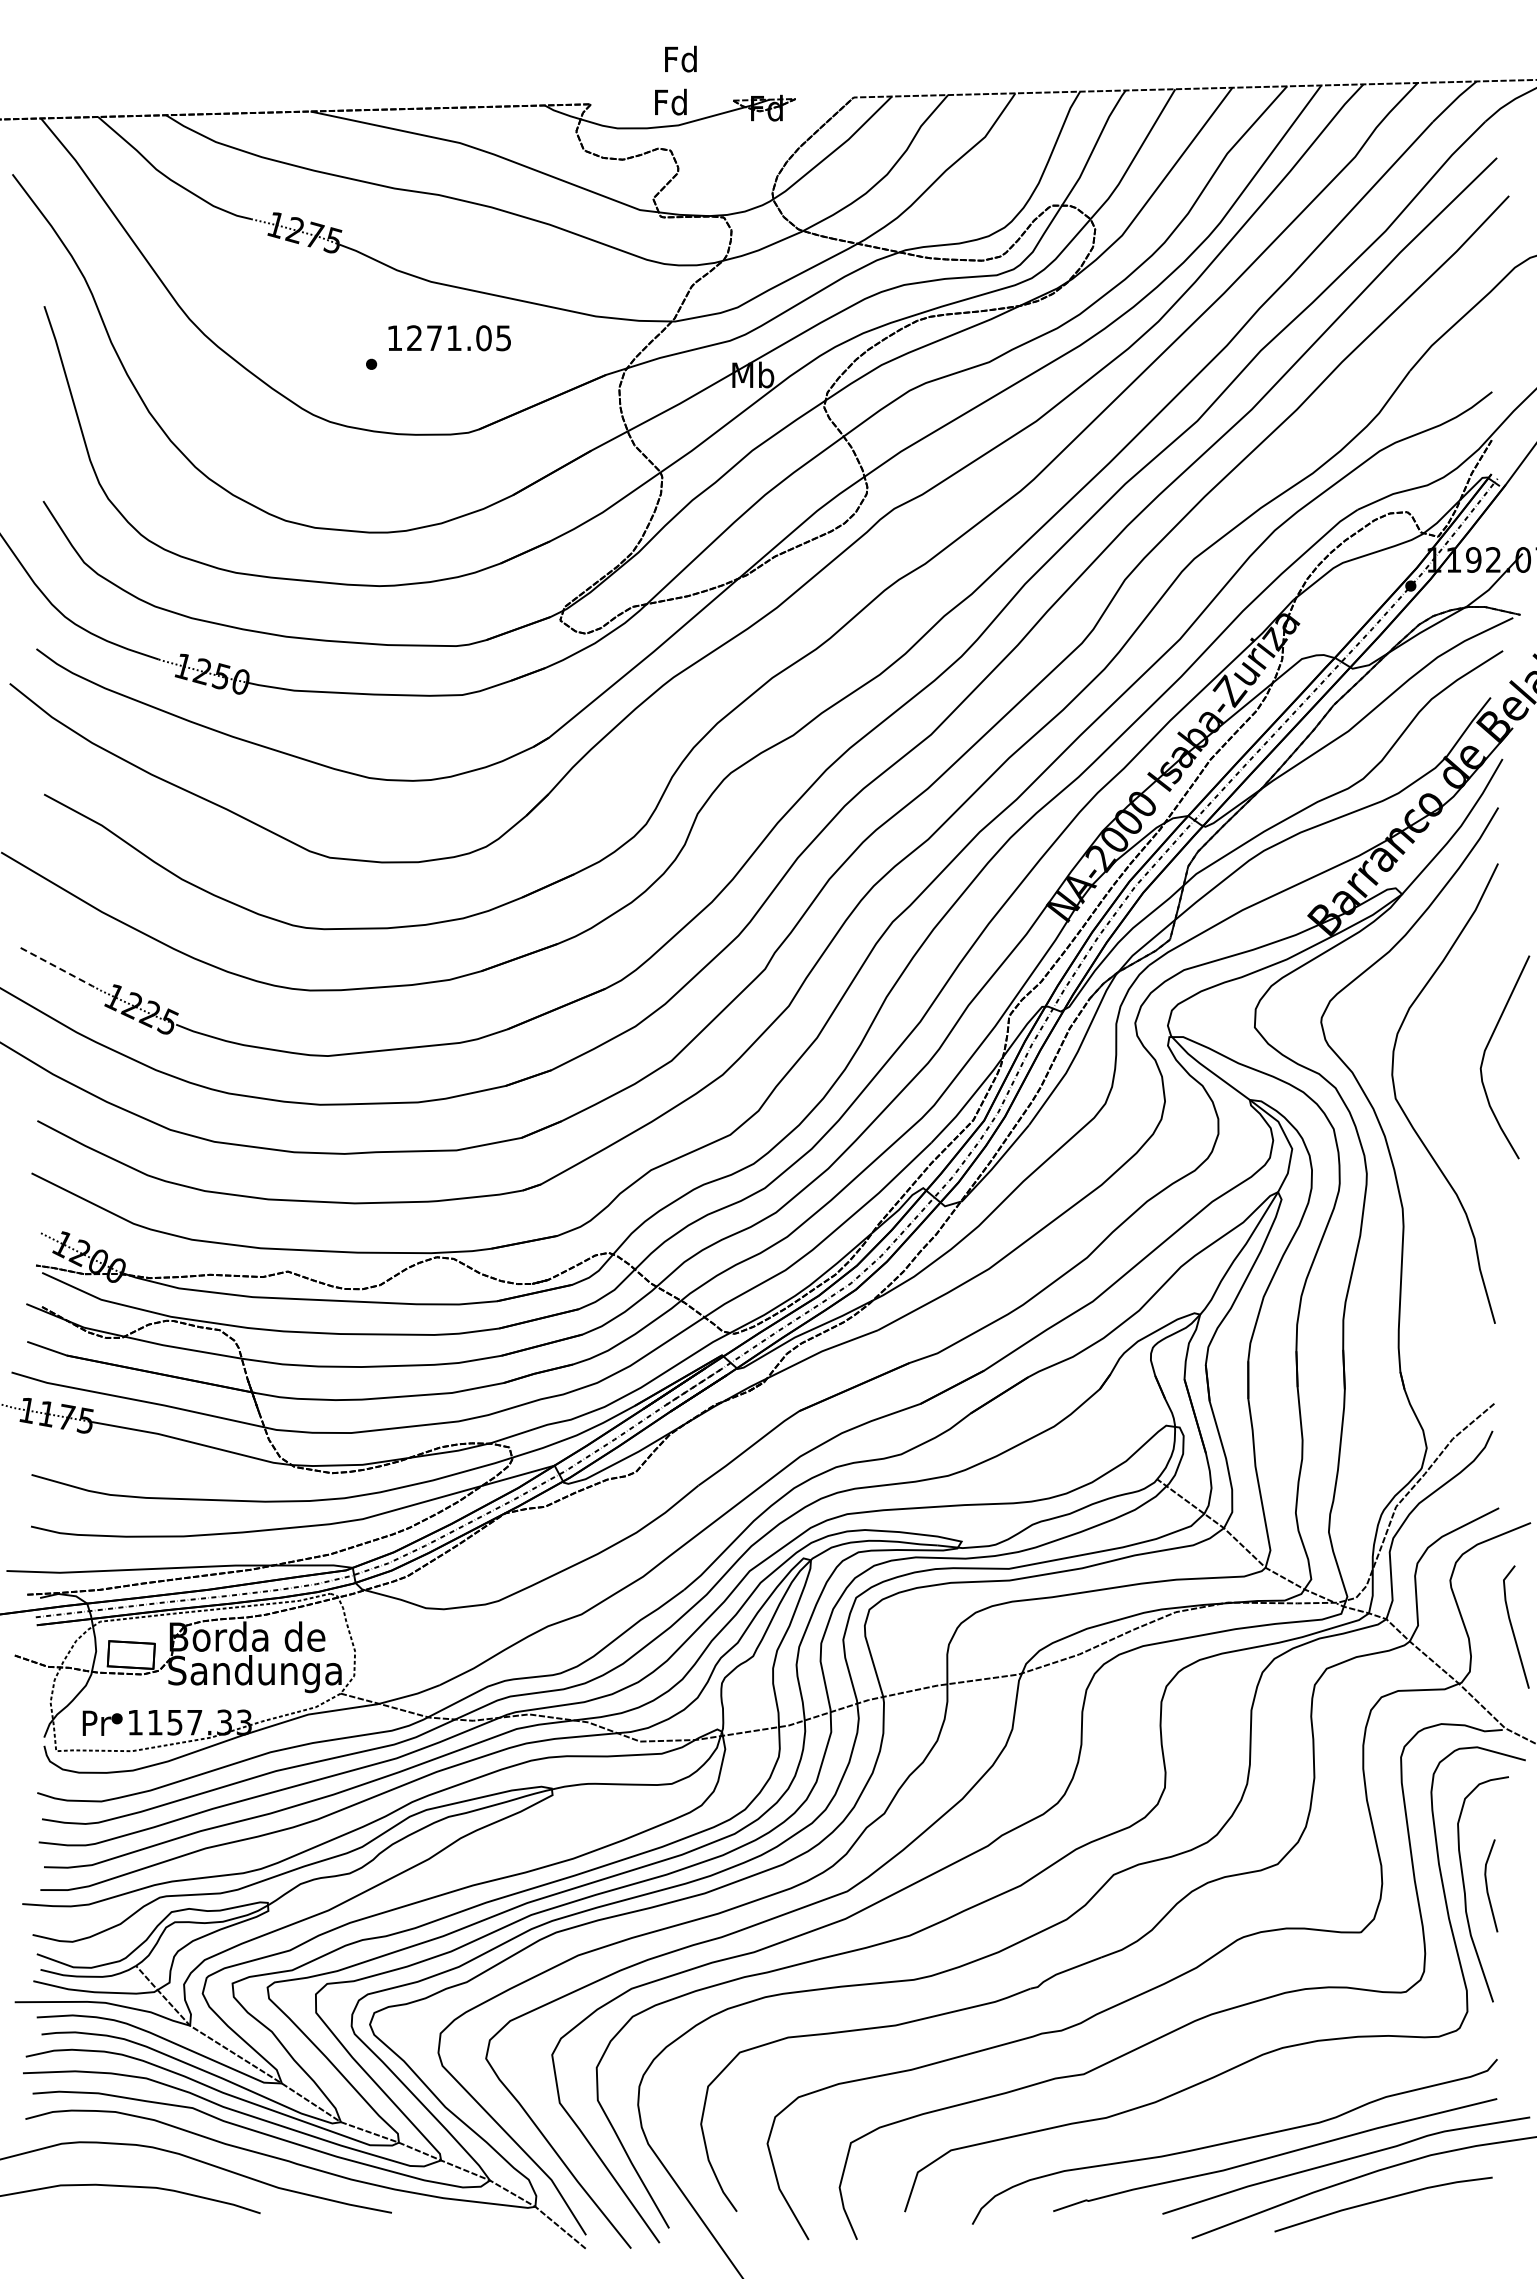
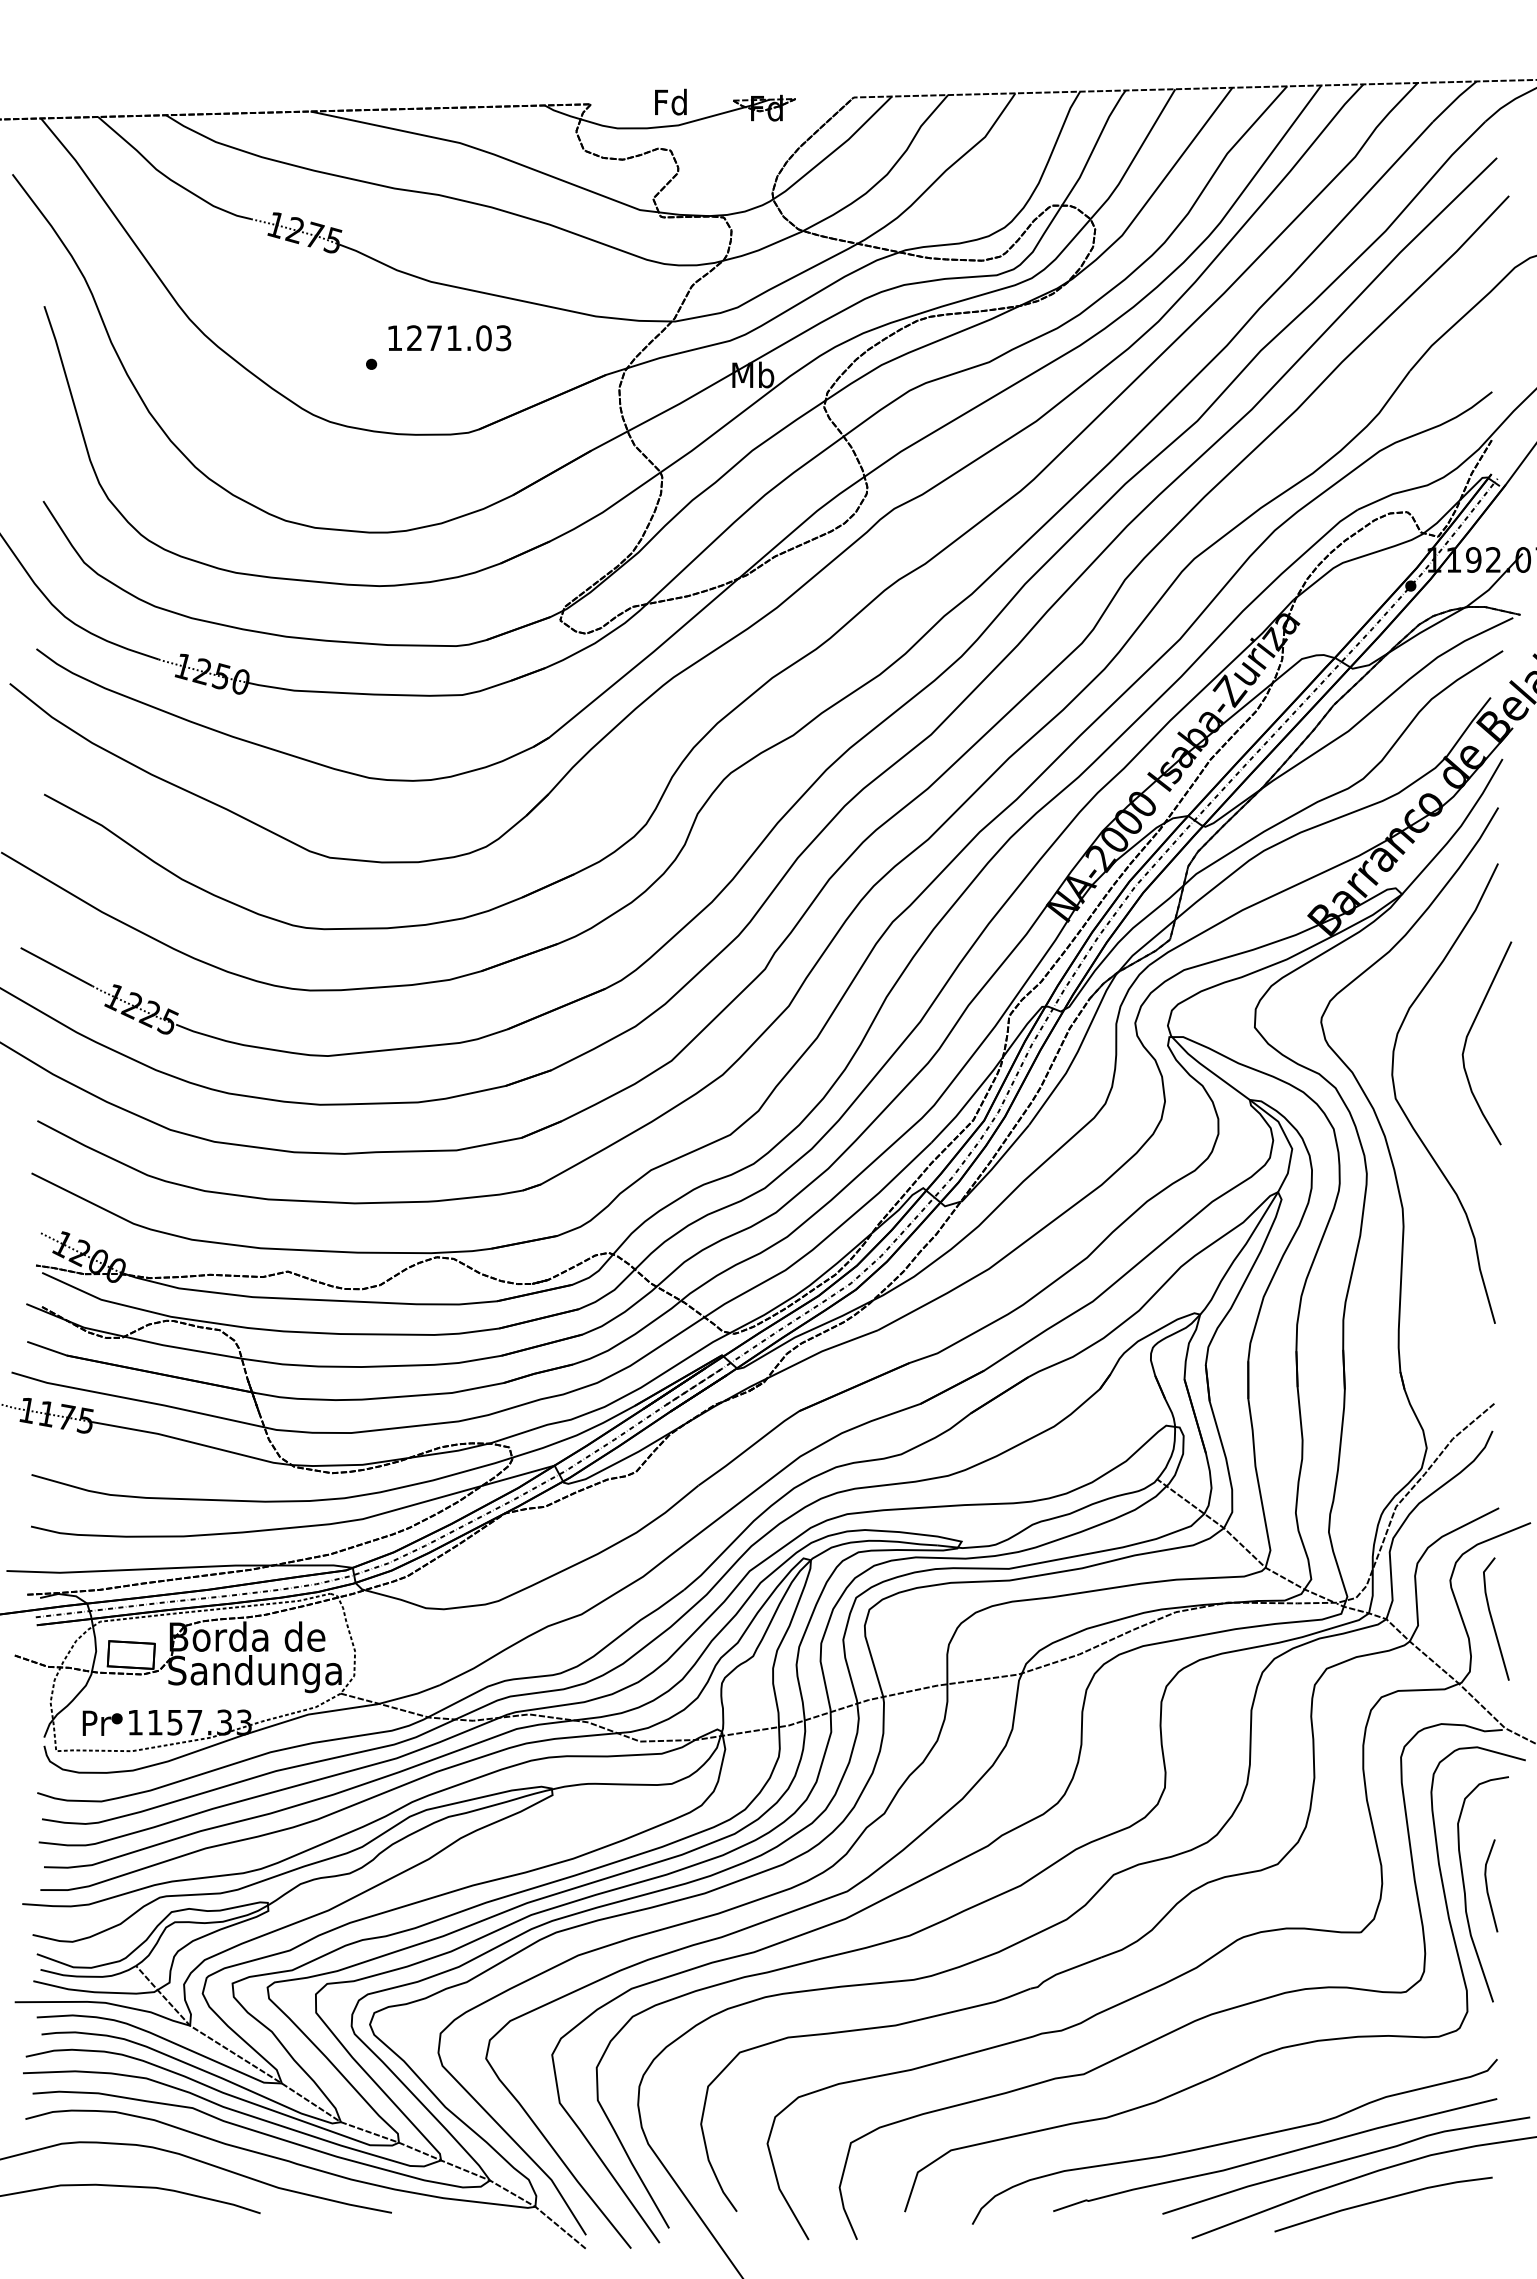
part at (680, 58): present -> none
text at (504, 337): 1271.05 -> 1271.03
line at (56, 967): dashed -> solid
curve at (1486, 1050) position: (1486, 1050) -> (1468, 1036)
line at (1513, 1628) position: (1513, 1628) -> (1493, 1620)
